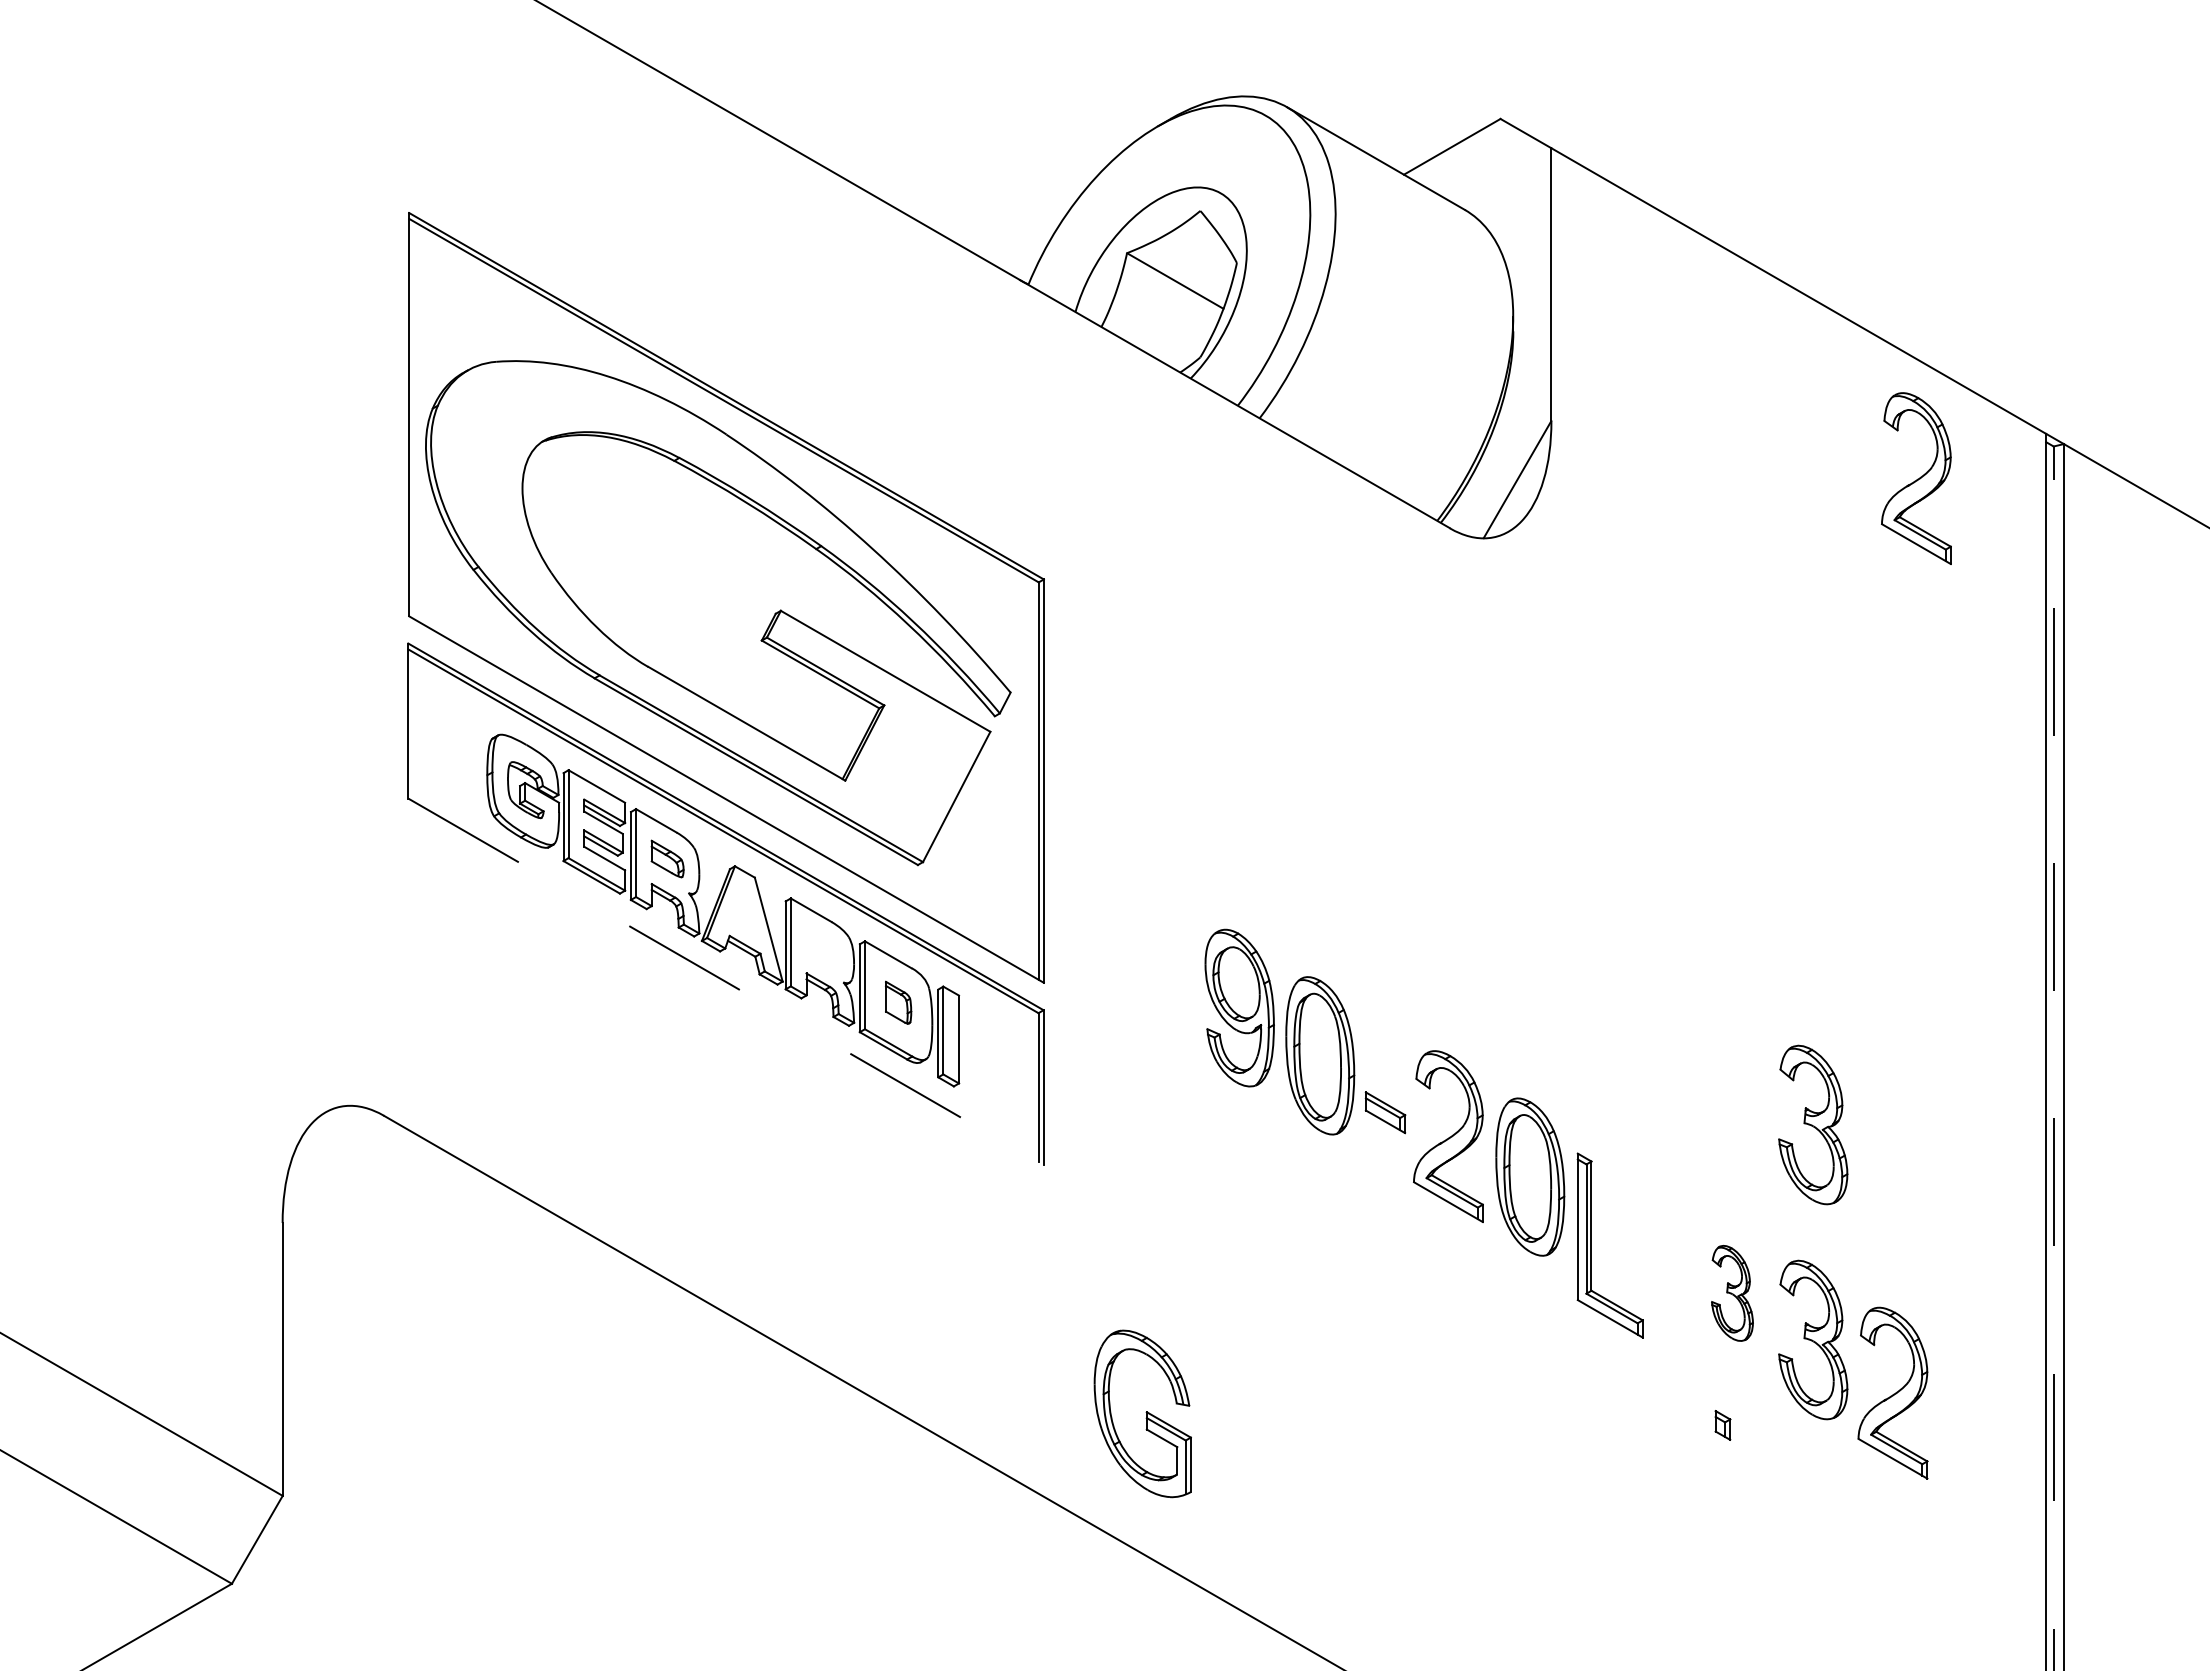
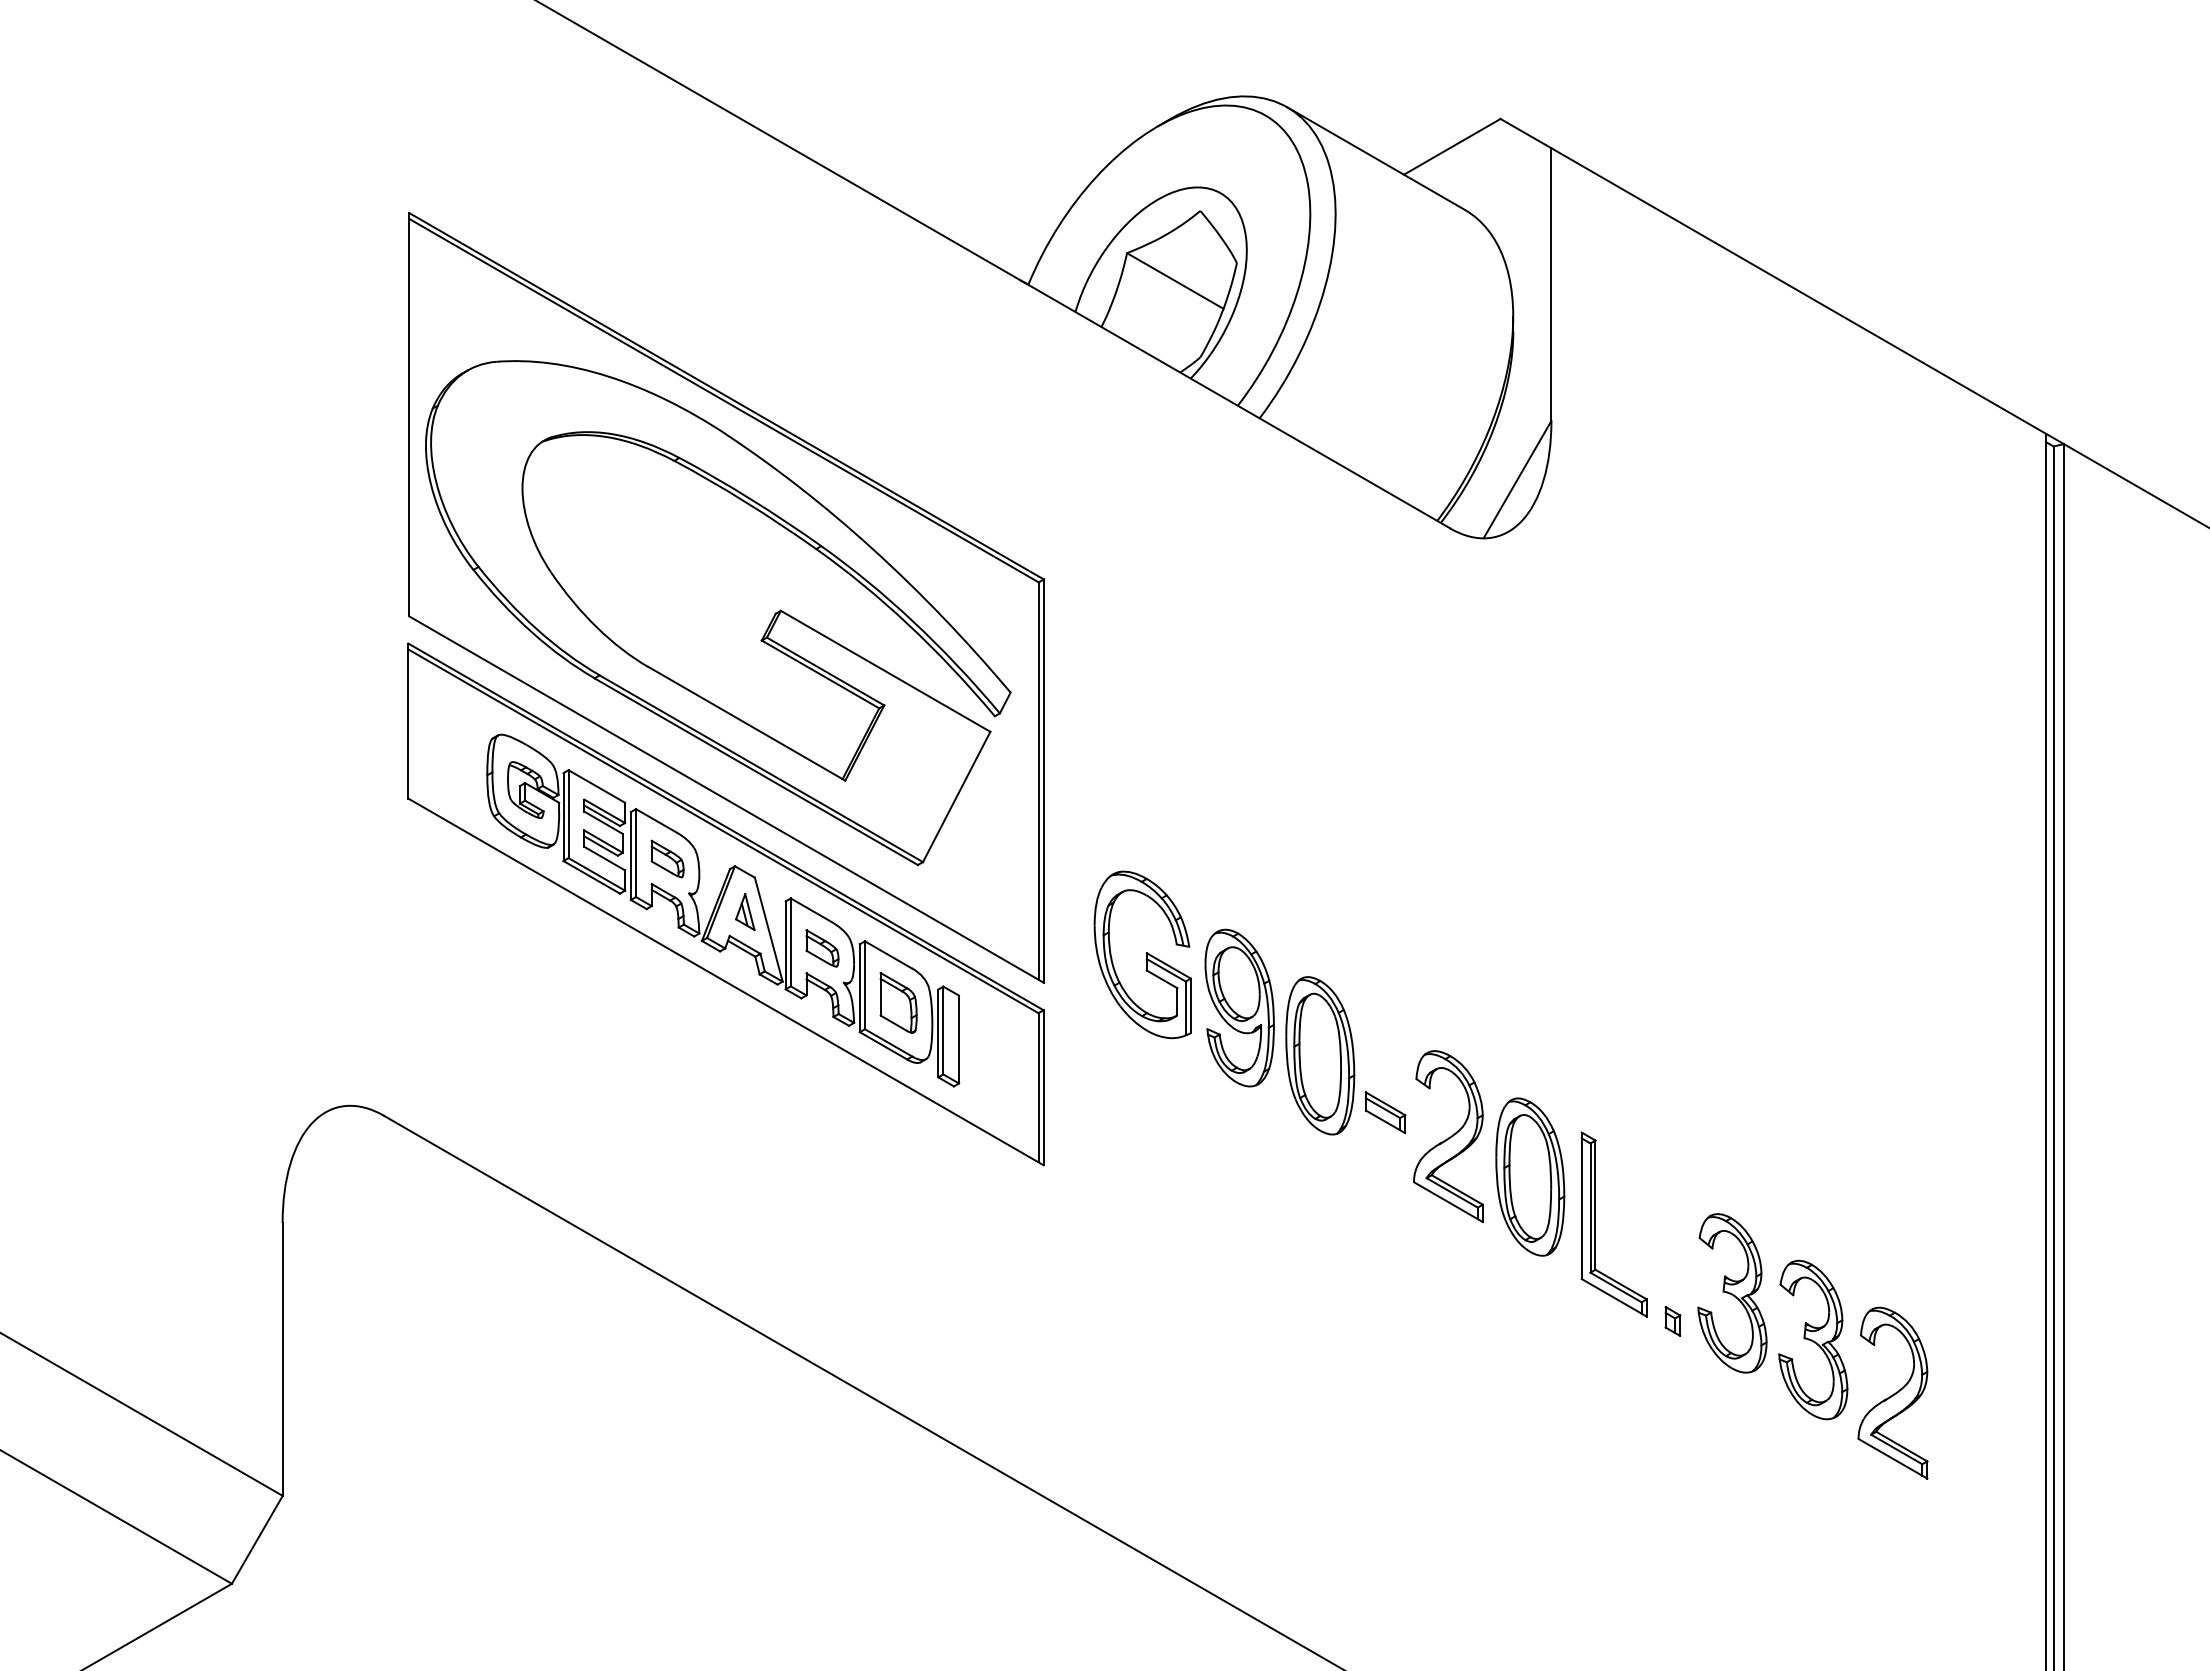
part at (1916, 478): present -> none
part at (745, 911): none -> present
part at (822, 948): none -> present
line at (725, 981): dashed -> solid
part at (898, 1002) size: 28x45 px -> 39x63 px
line at (2053, 1058): dashed -> solid
part at (1813, 1124): present -> none
part at (1591, 1245) position: (1591, 1245) -> (1595, 1224)
part at (1732, 1293) size: 43x97 px -> 71x161 px
part at (1142, 1413) position: (1142, 1413) -> (1142, 954)
part at (1722, 1425) position: (1722, 1425) -> (1672, 1321)
